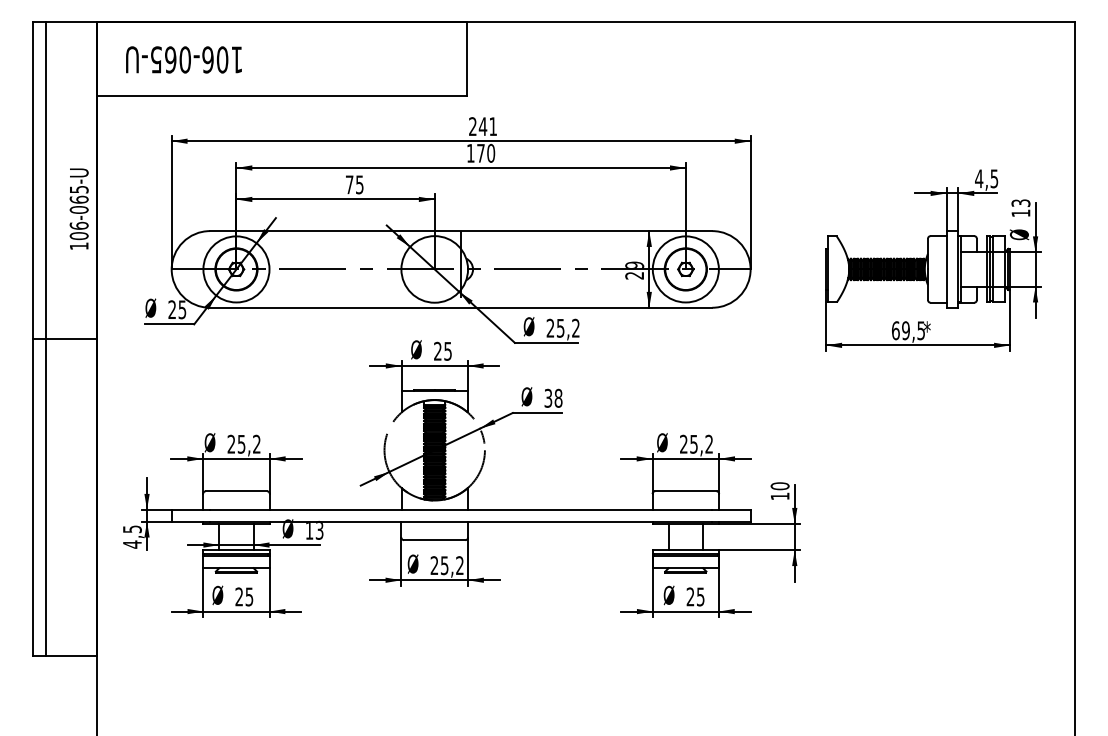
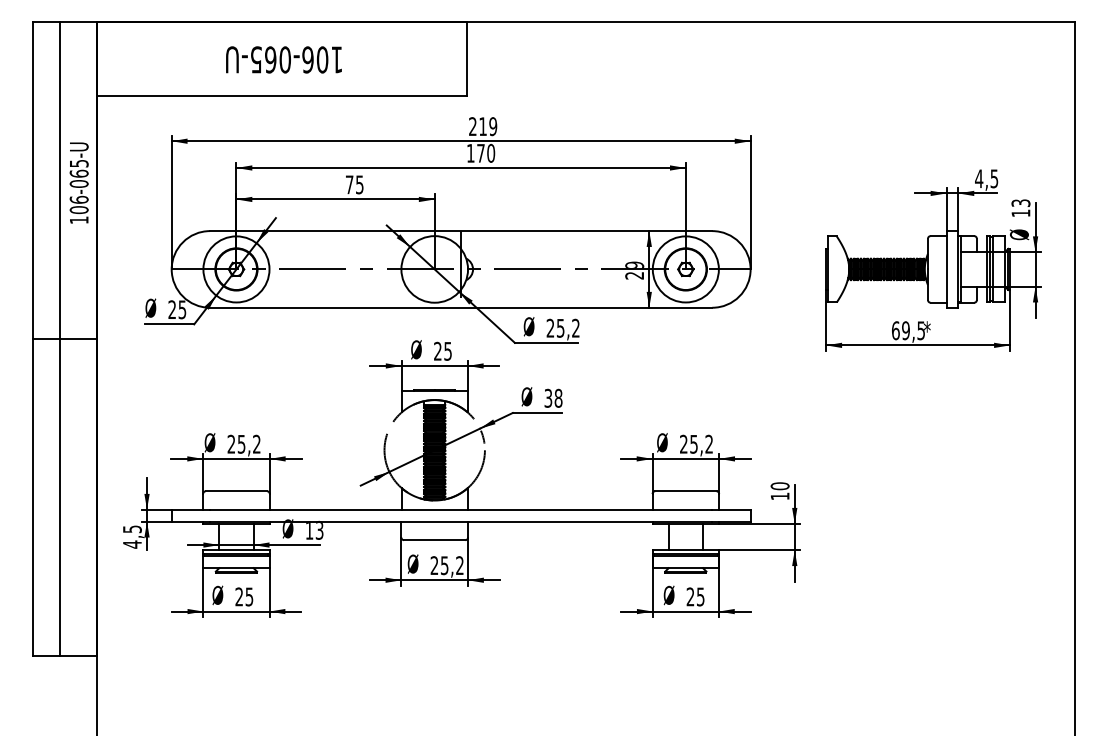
text at (183, 59) position: (183, 59) -> (283, 59)
text at (487, 126): 241 -> 219
text at (78, 208) position: (78, 208) -> (78, 182)
line at (45, 339) position: (45, 339) -> (59, 339)
